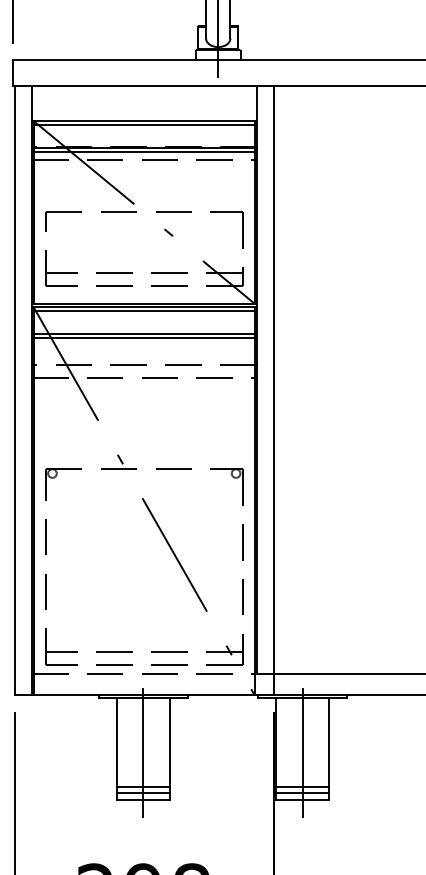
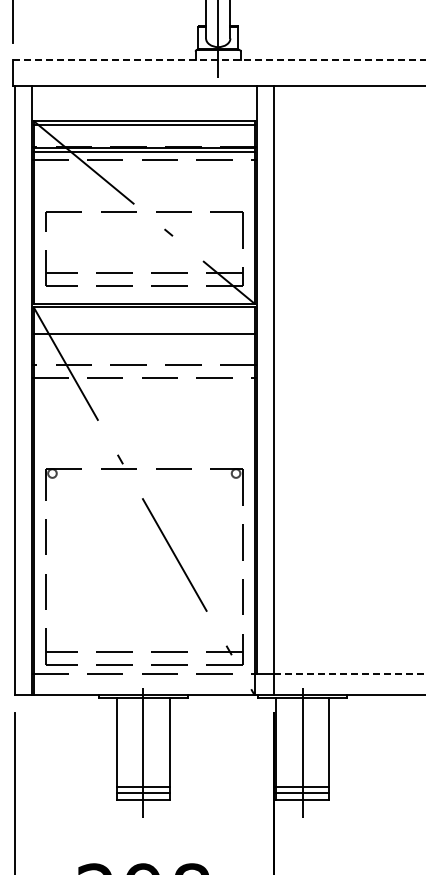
line at (219, 60): solid -> dashed
line at (143, 310): present -> none
line at (143, 337): present -> none
line at (349, 673): solid -> dashed
